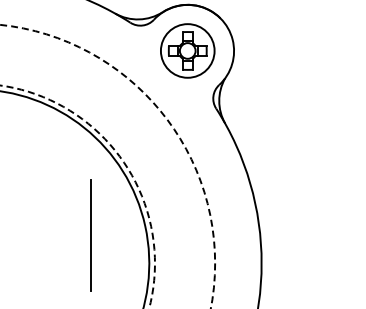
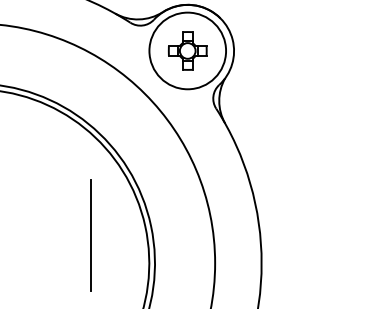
circle at (187, 50) diameter: 54 px -> 77 px
arc at (124, 162): dashed -> solid
circle at (107, 166): dashed -> solid
